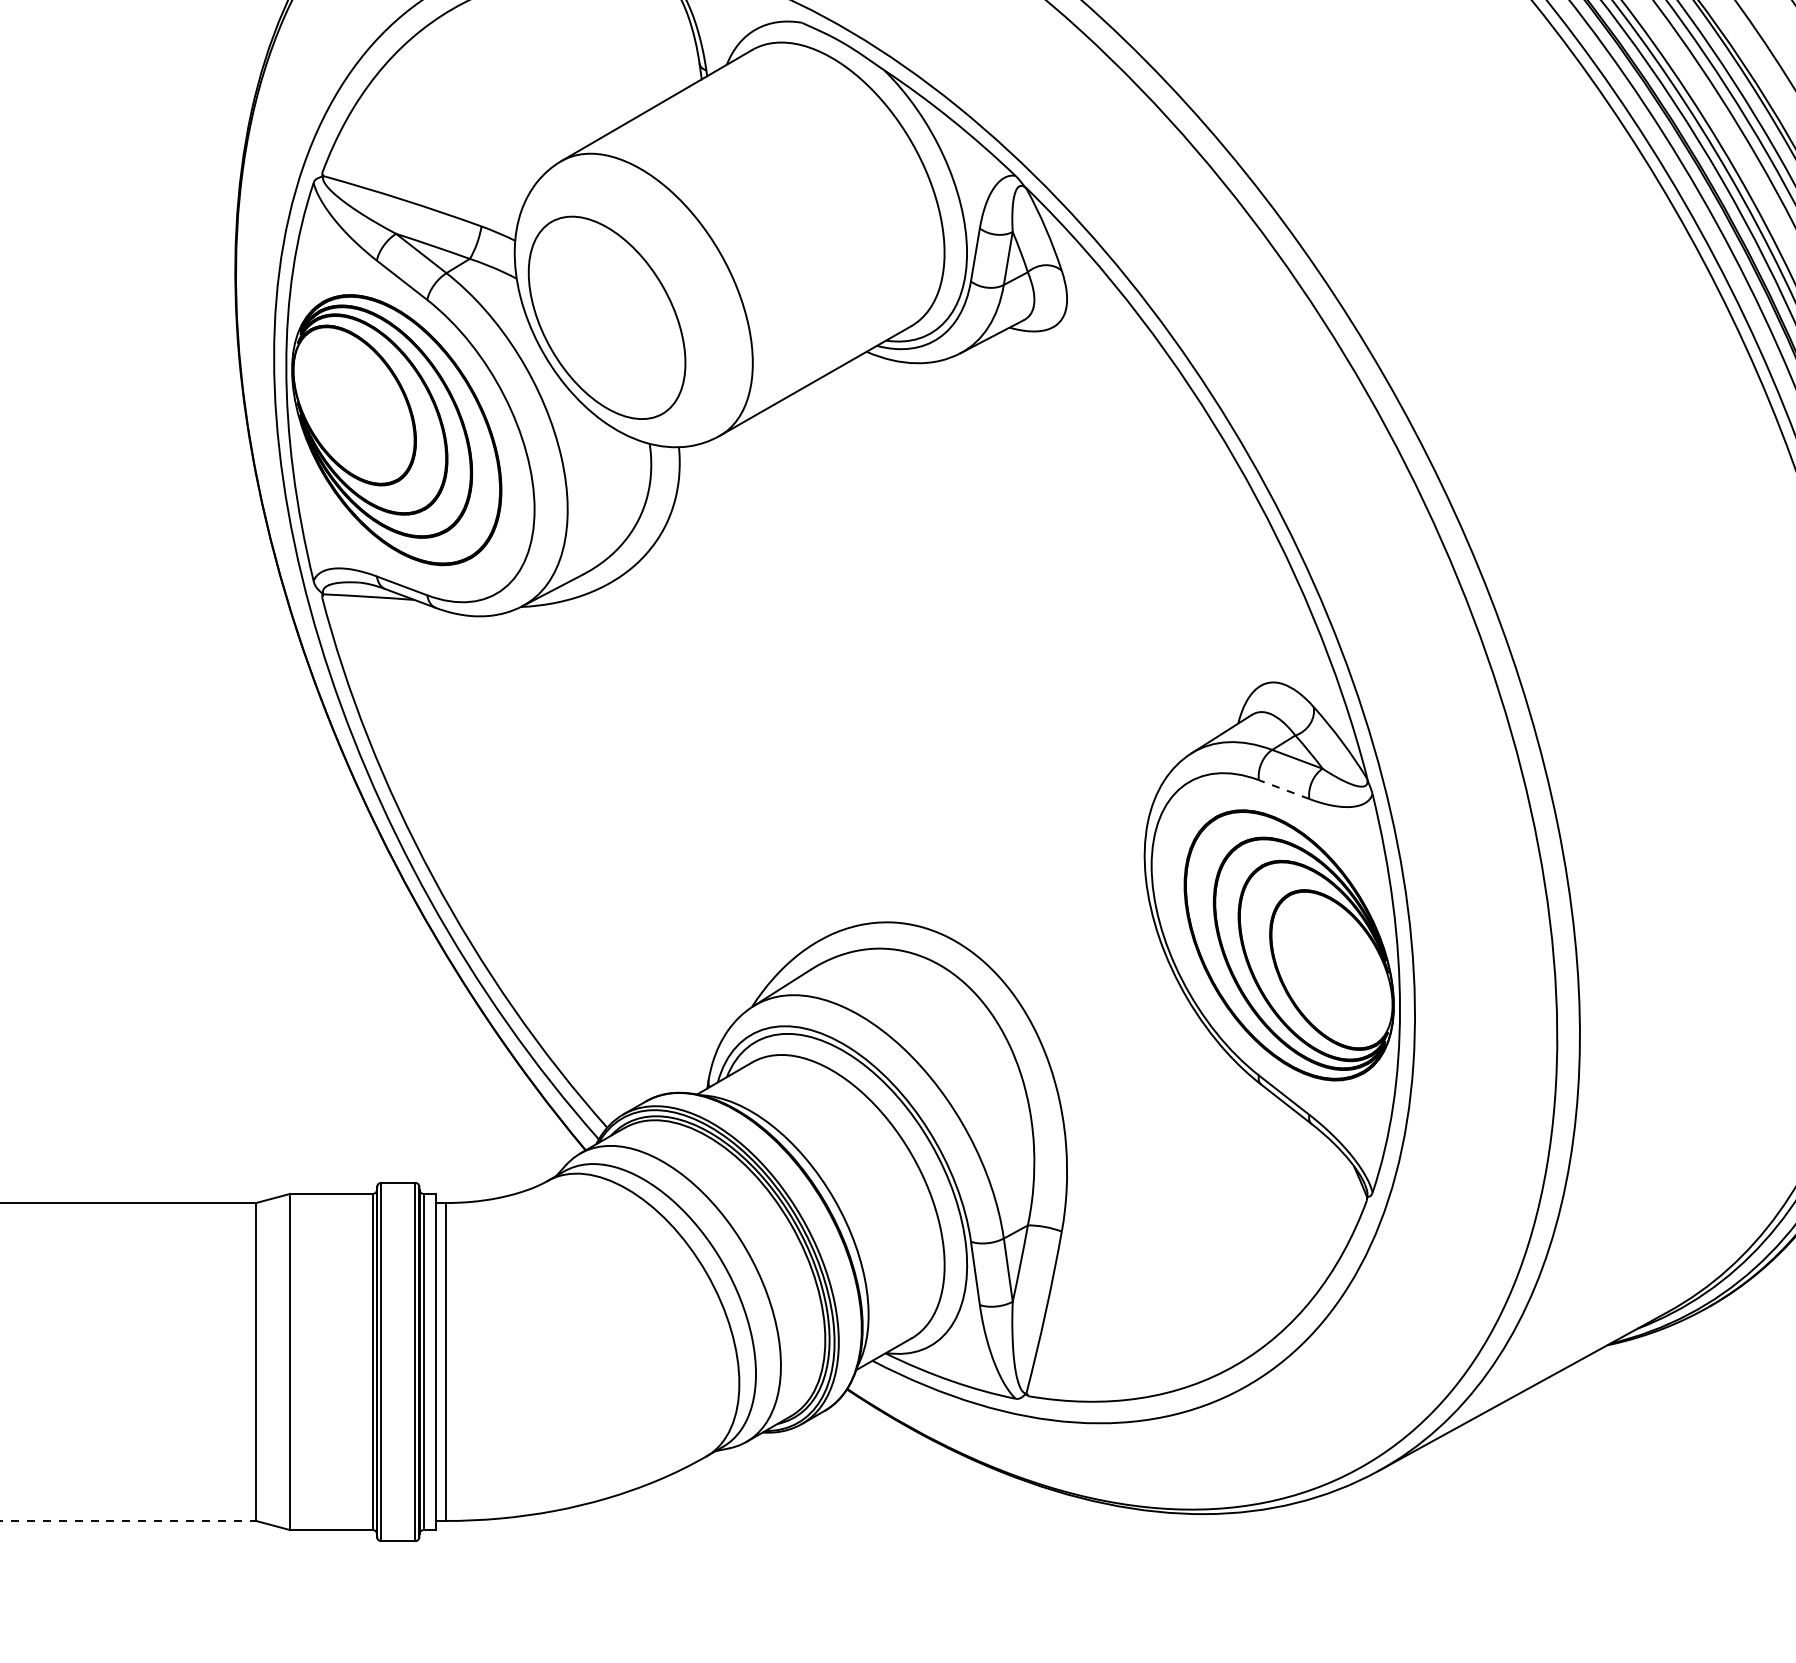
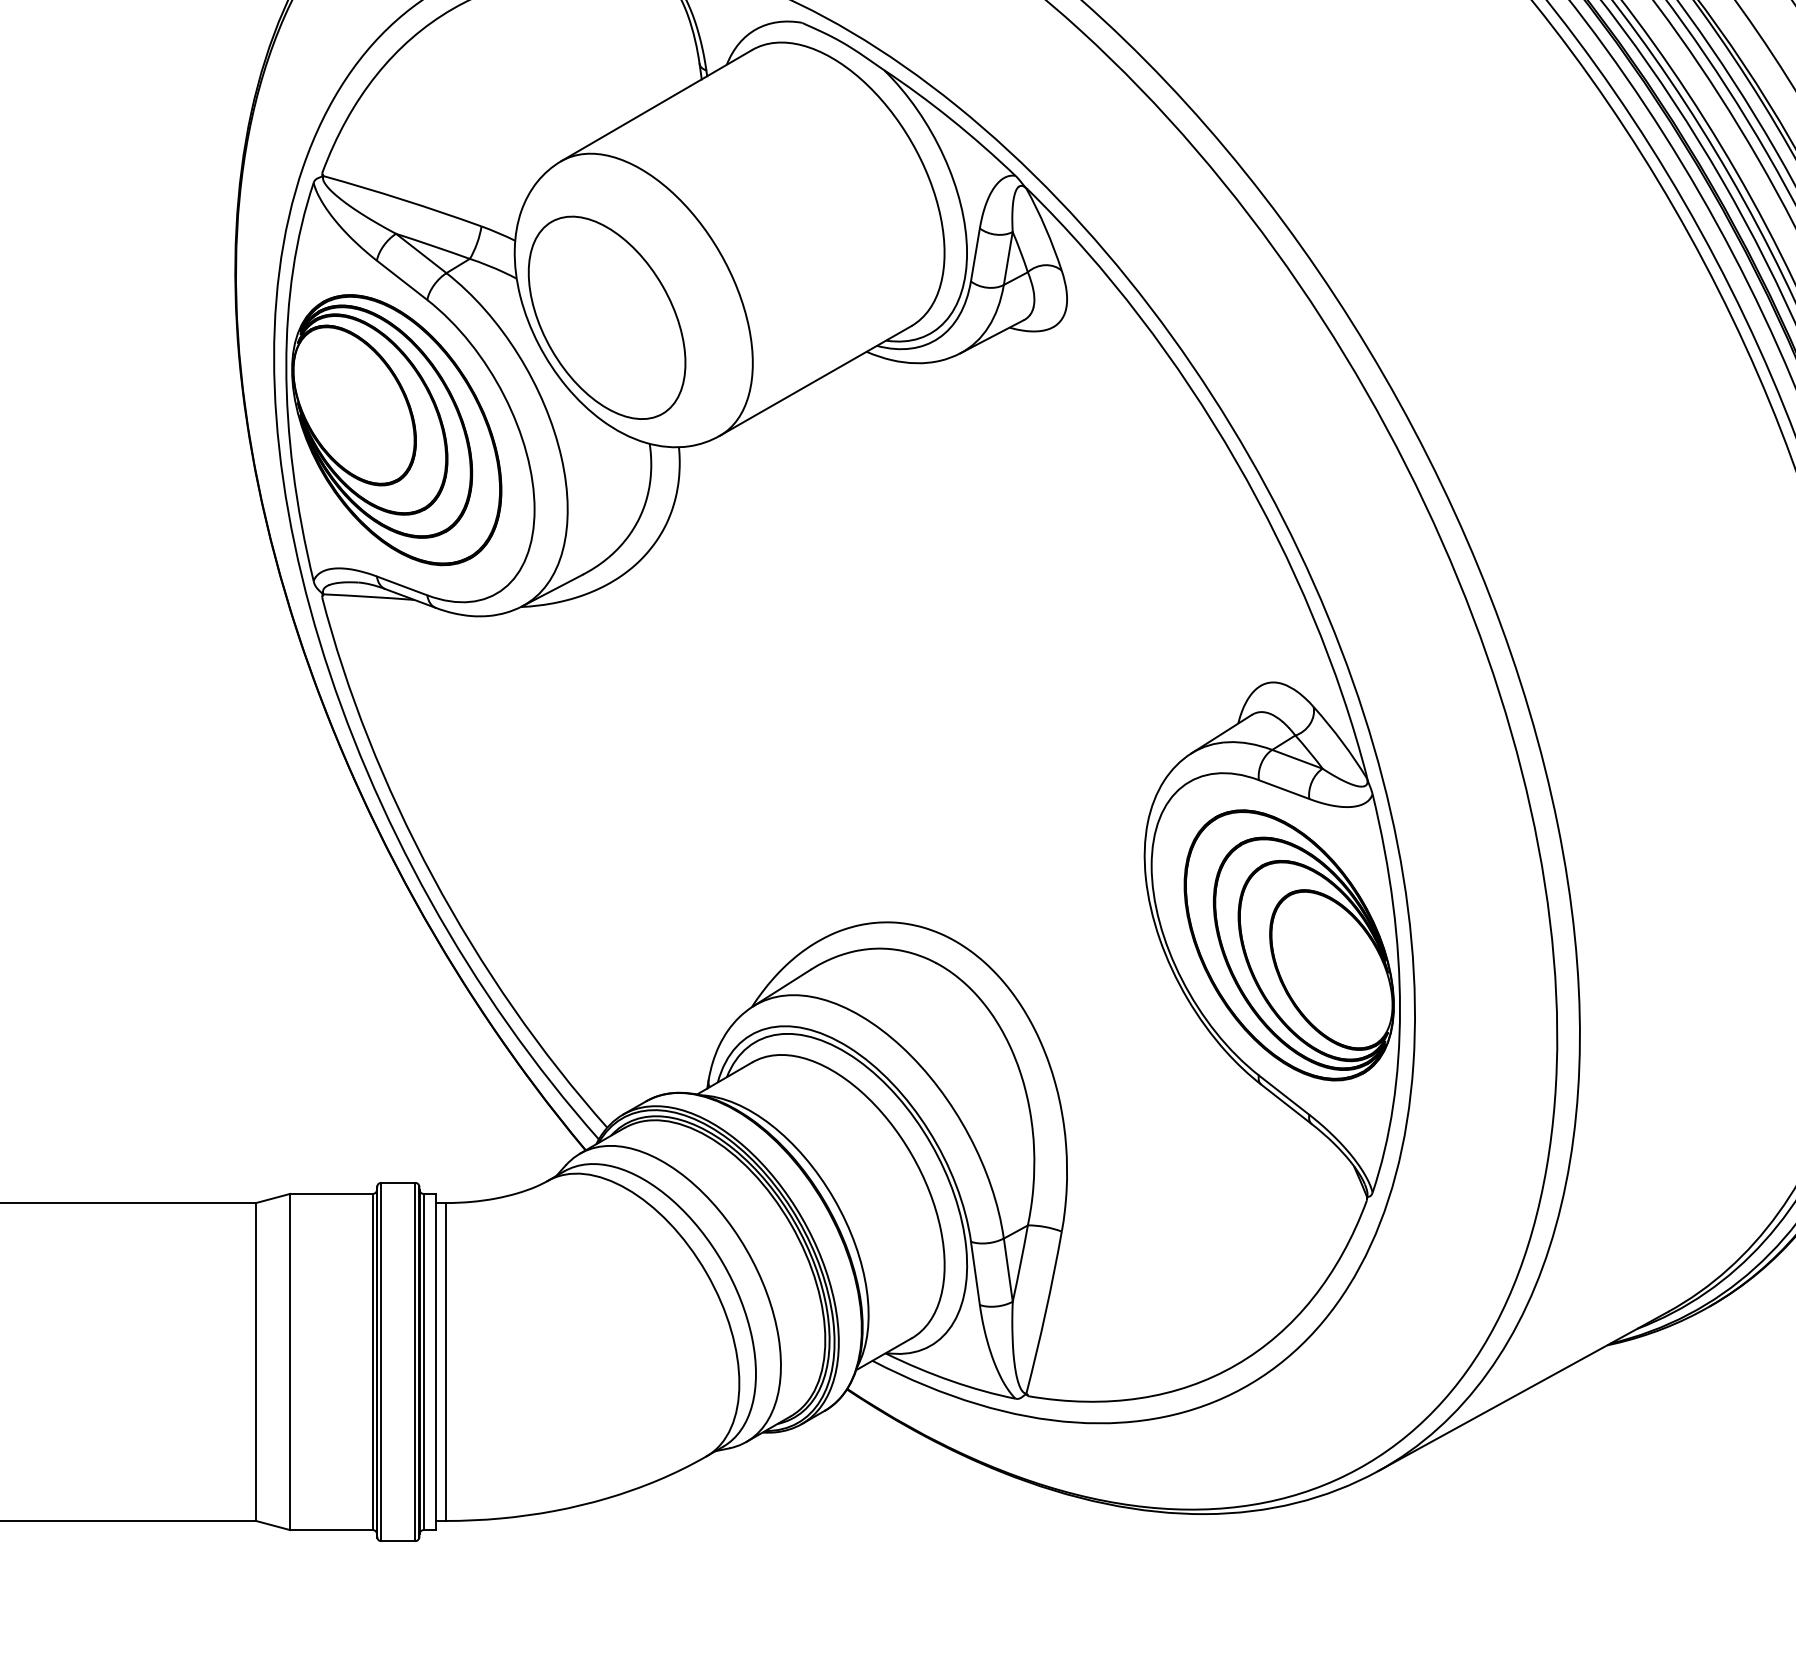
line at (1284, 789): dashed -> solid
line at (128, 1520): dashed -> solid
